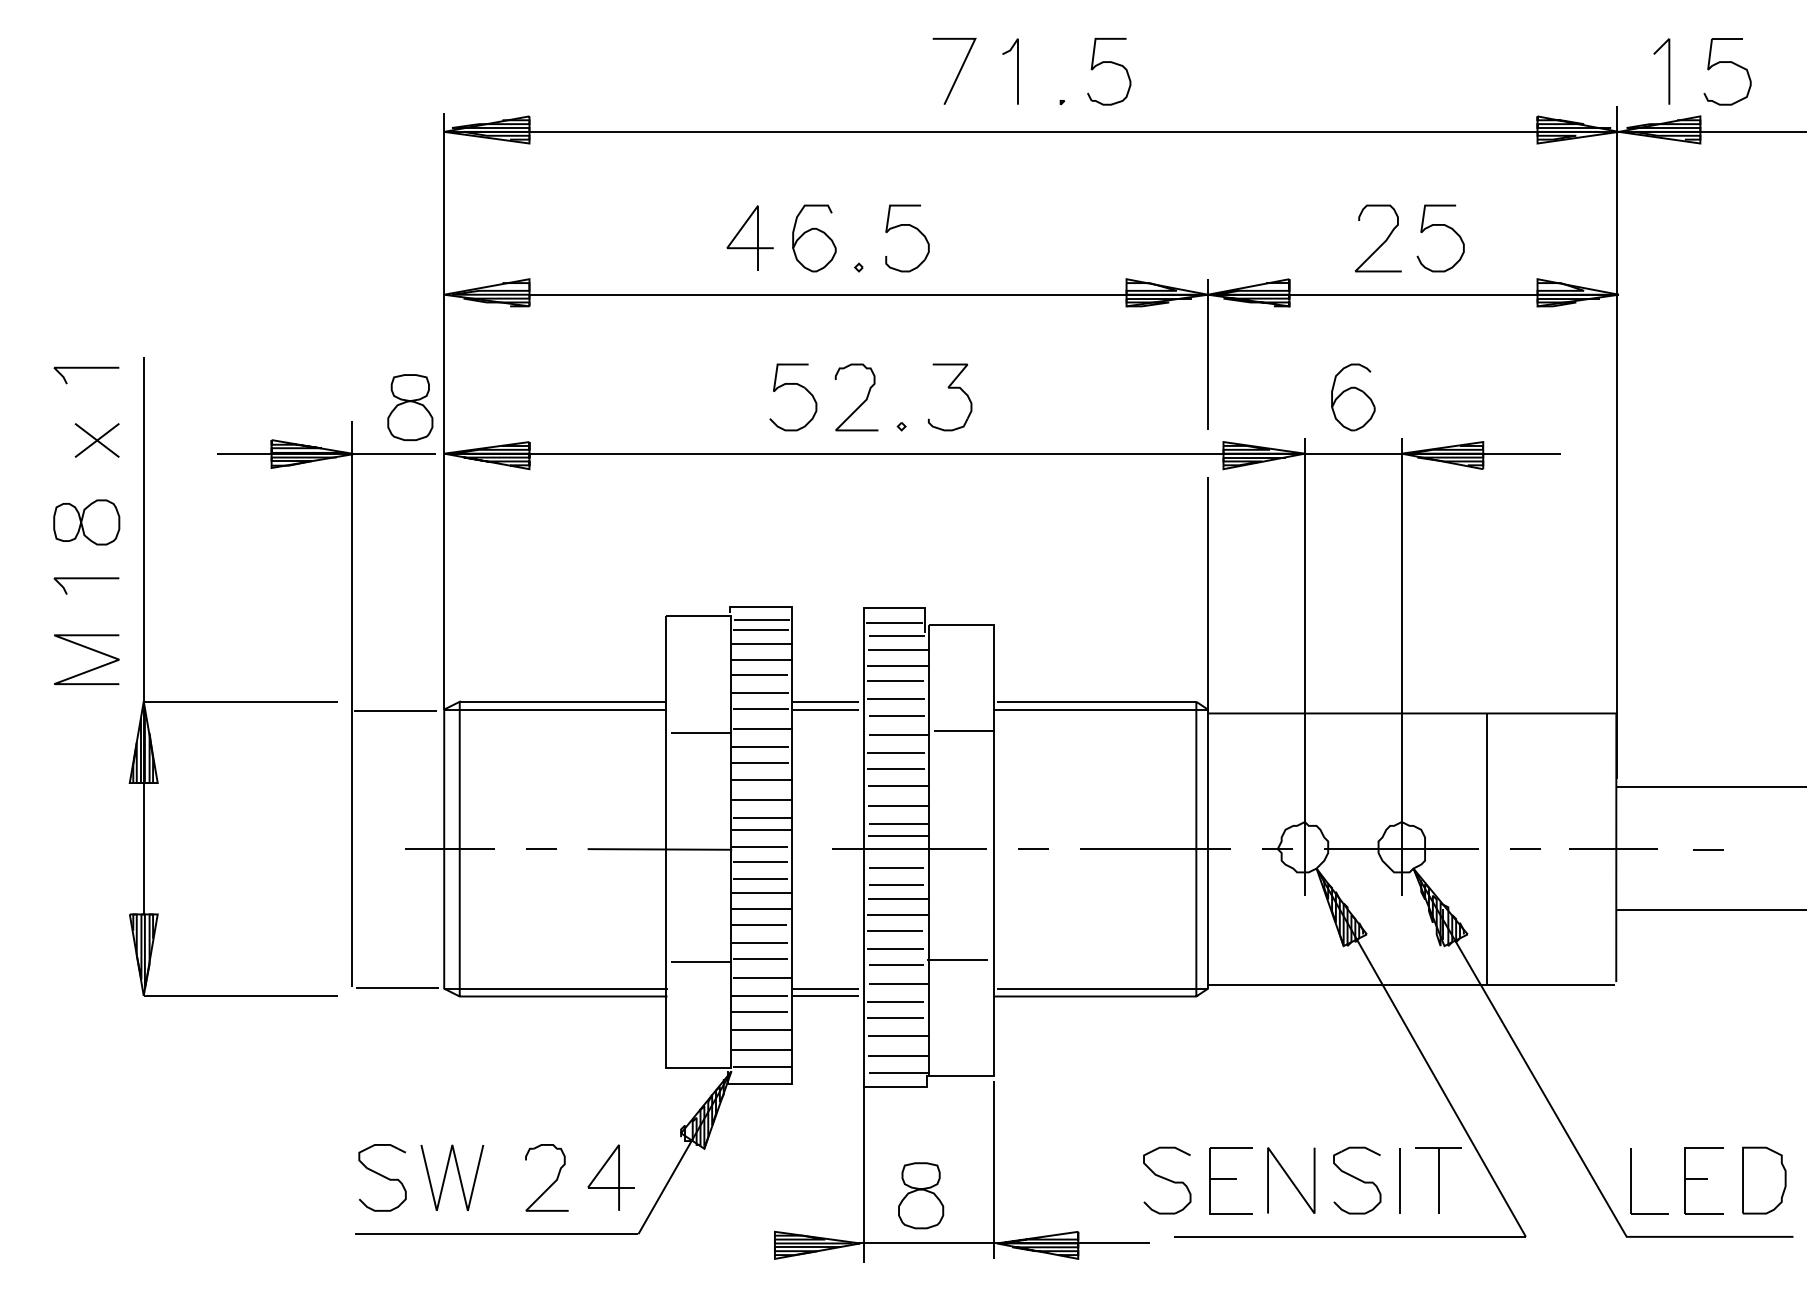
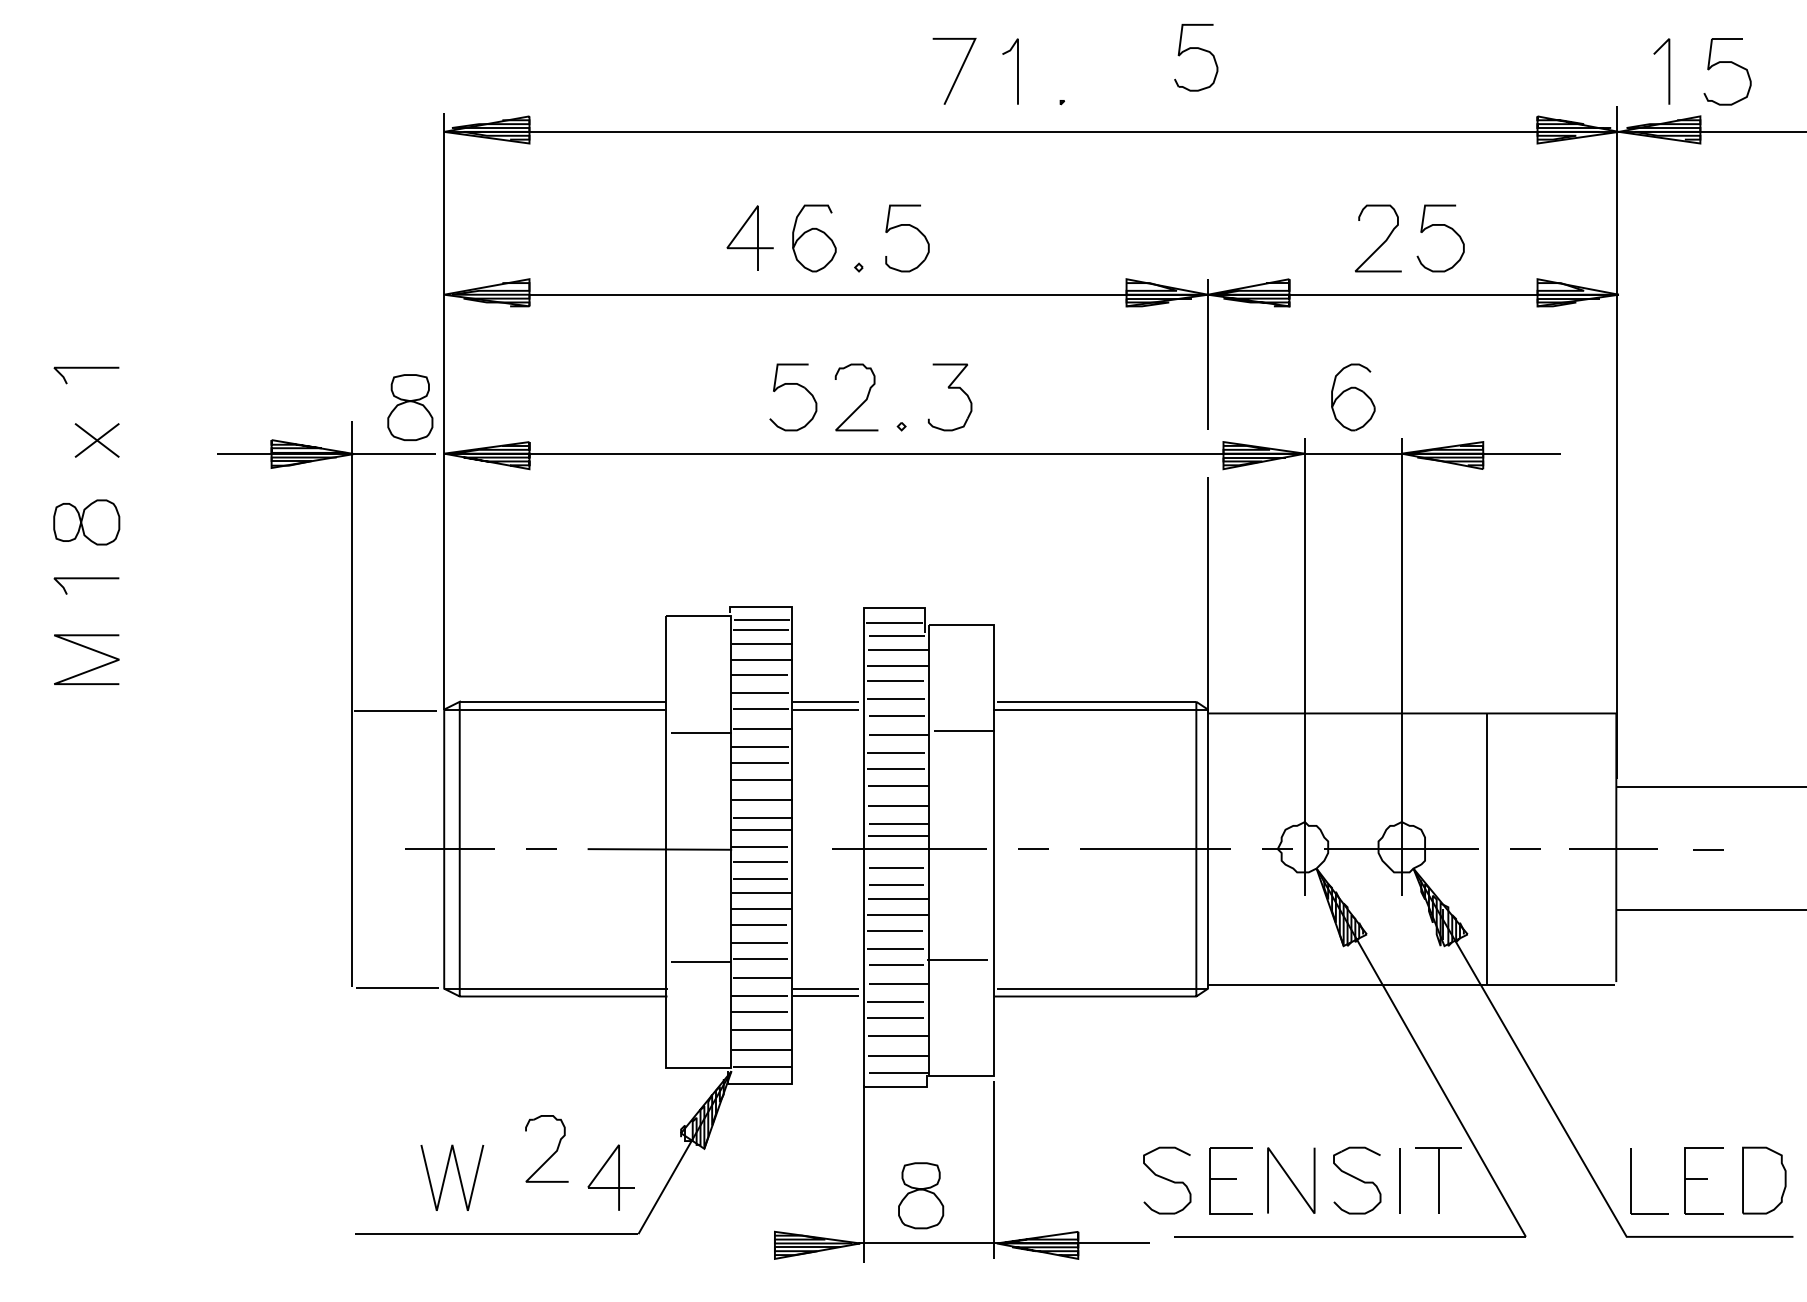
part at (1111, 63) position: (1111, 63) -> (1198, 49)
part at (232, 701): present -> none
part at (382, 1177): present -> none
part at (552, 1182) position: (552, 1182) -> (552, 1153)
